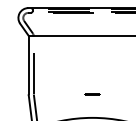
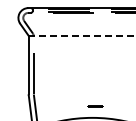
line at (81, 35): solid -> dashed
line at (92, 94) position: (92, 94) -> (95, 106)
